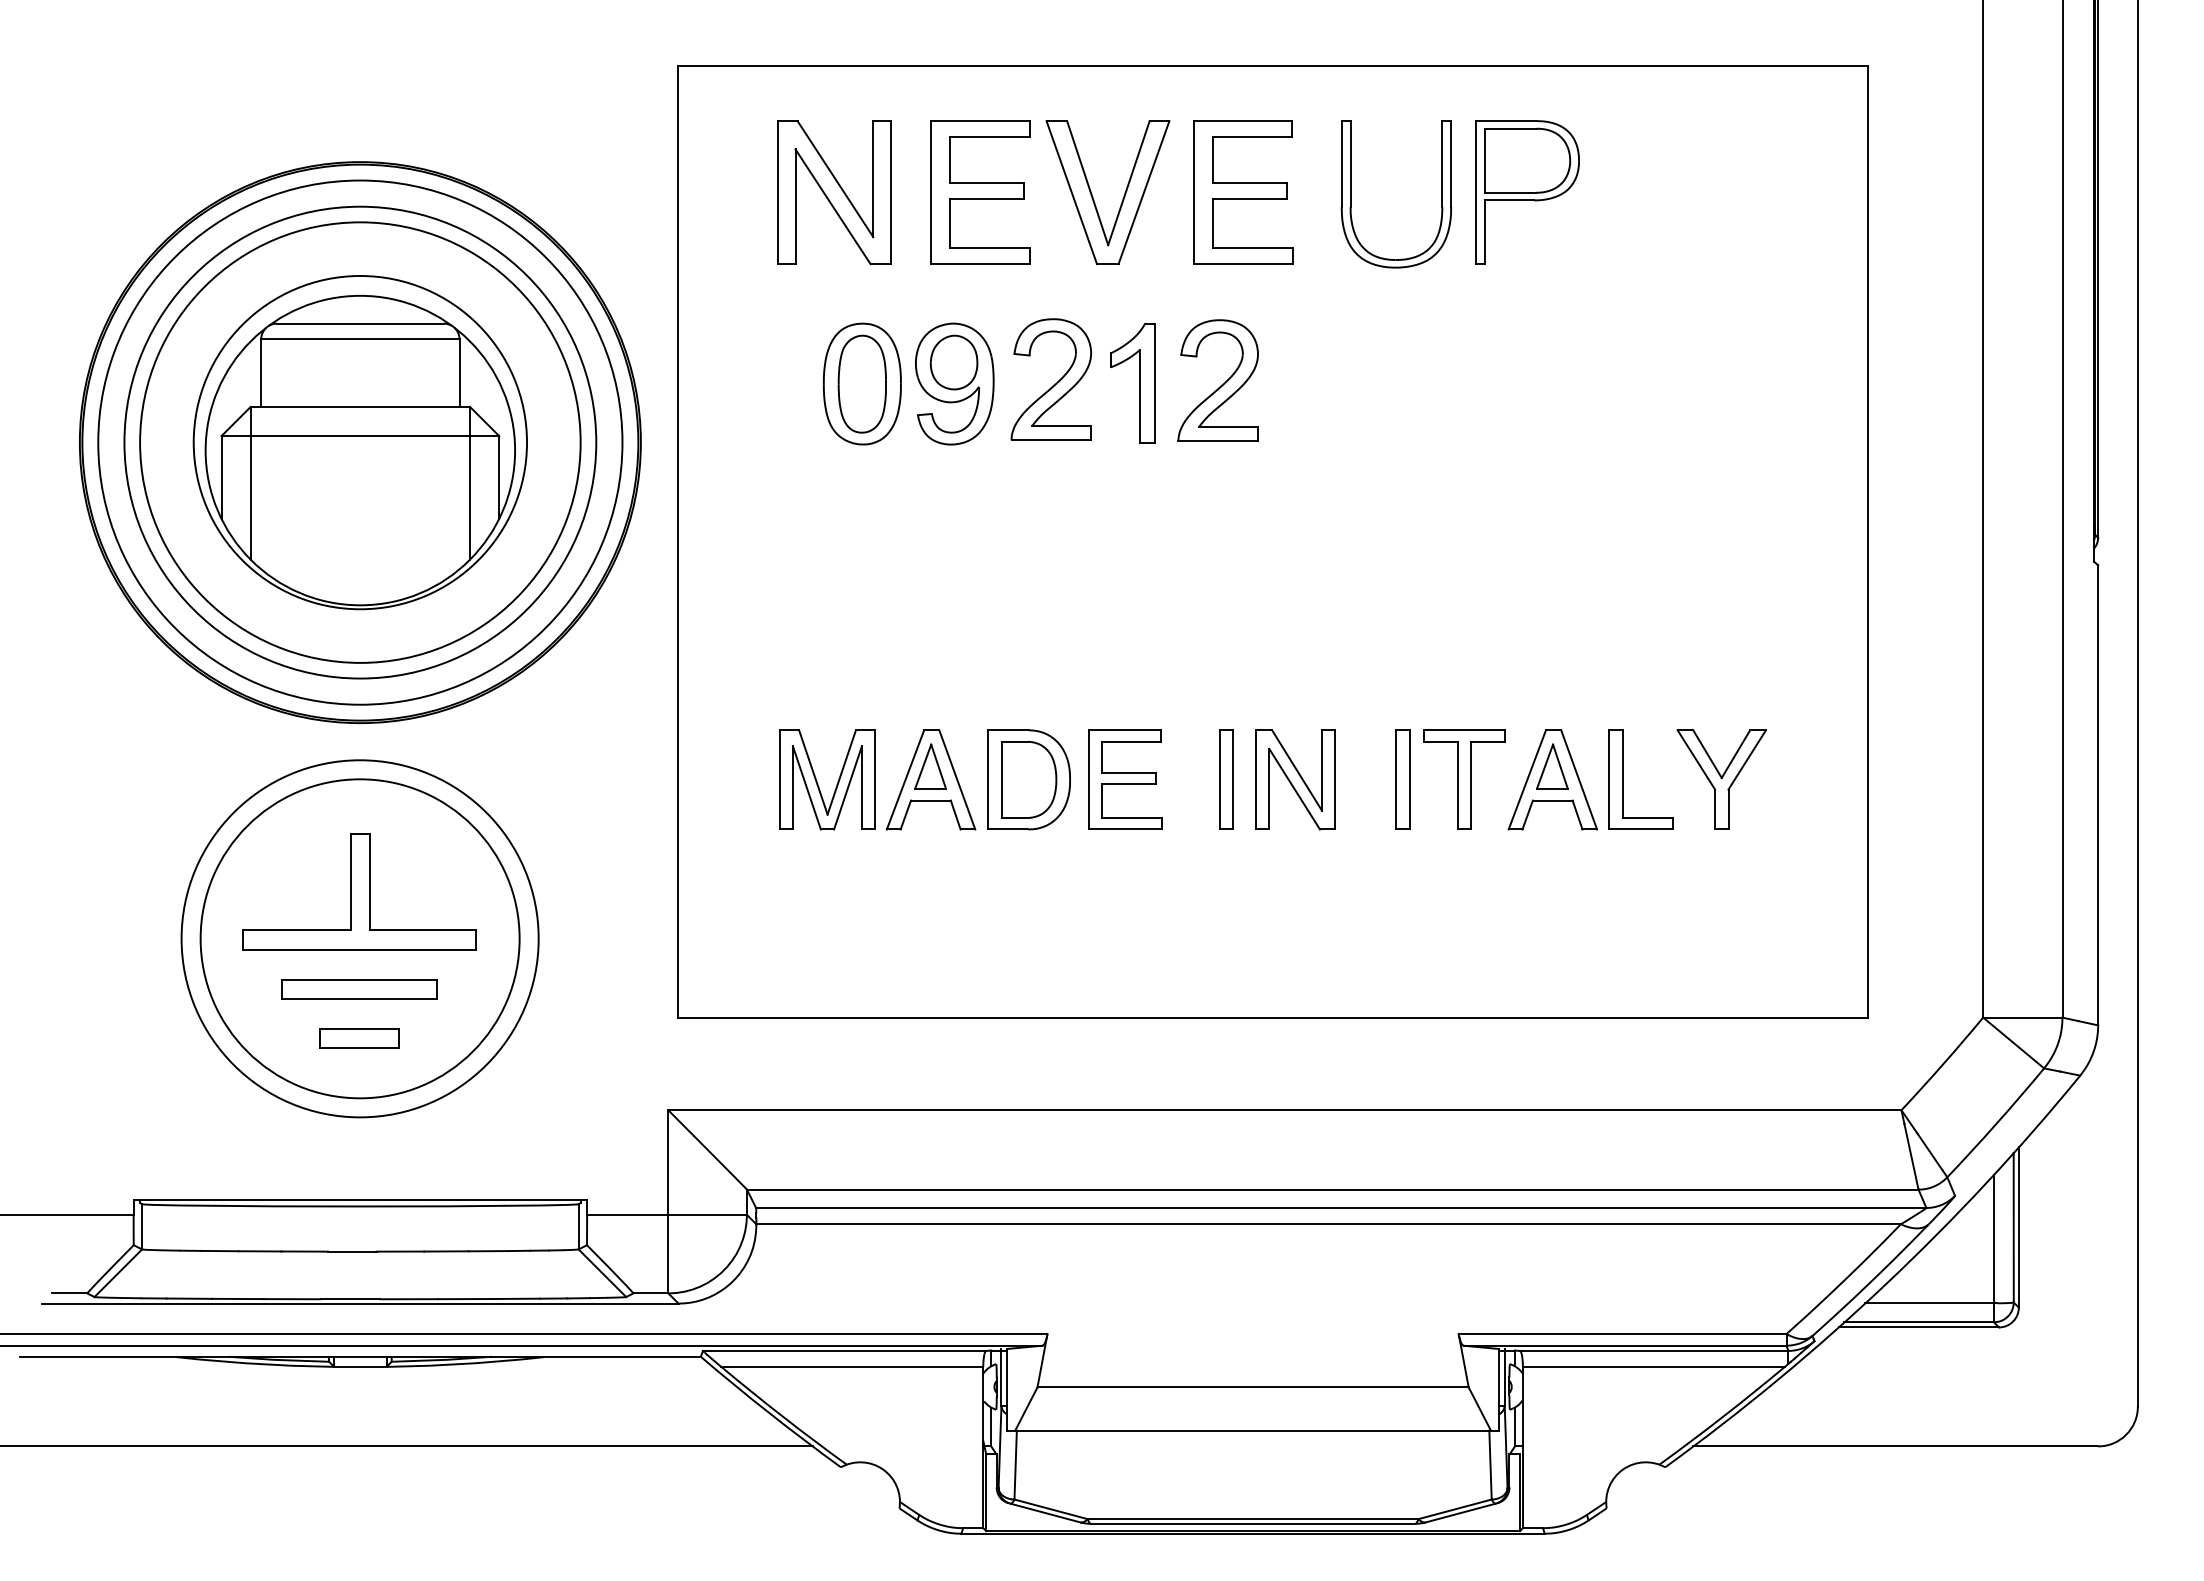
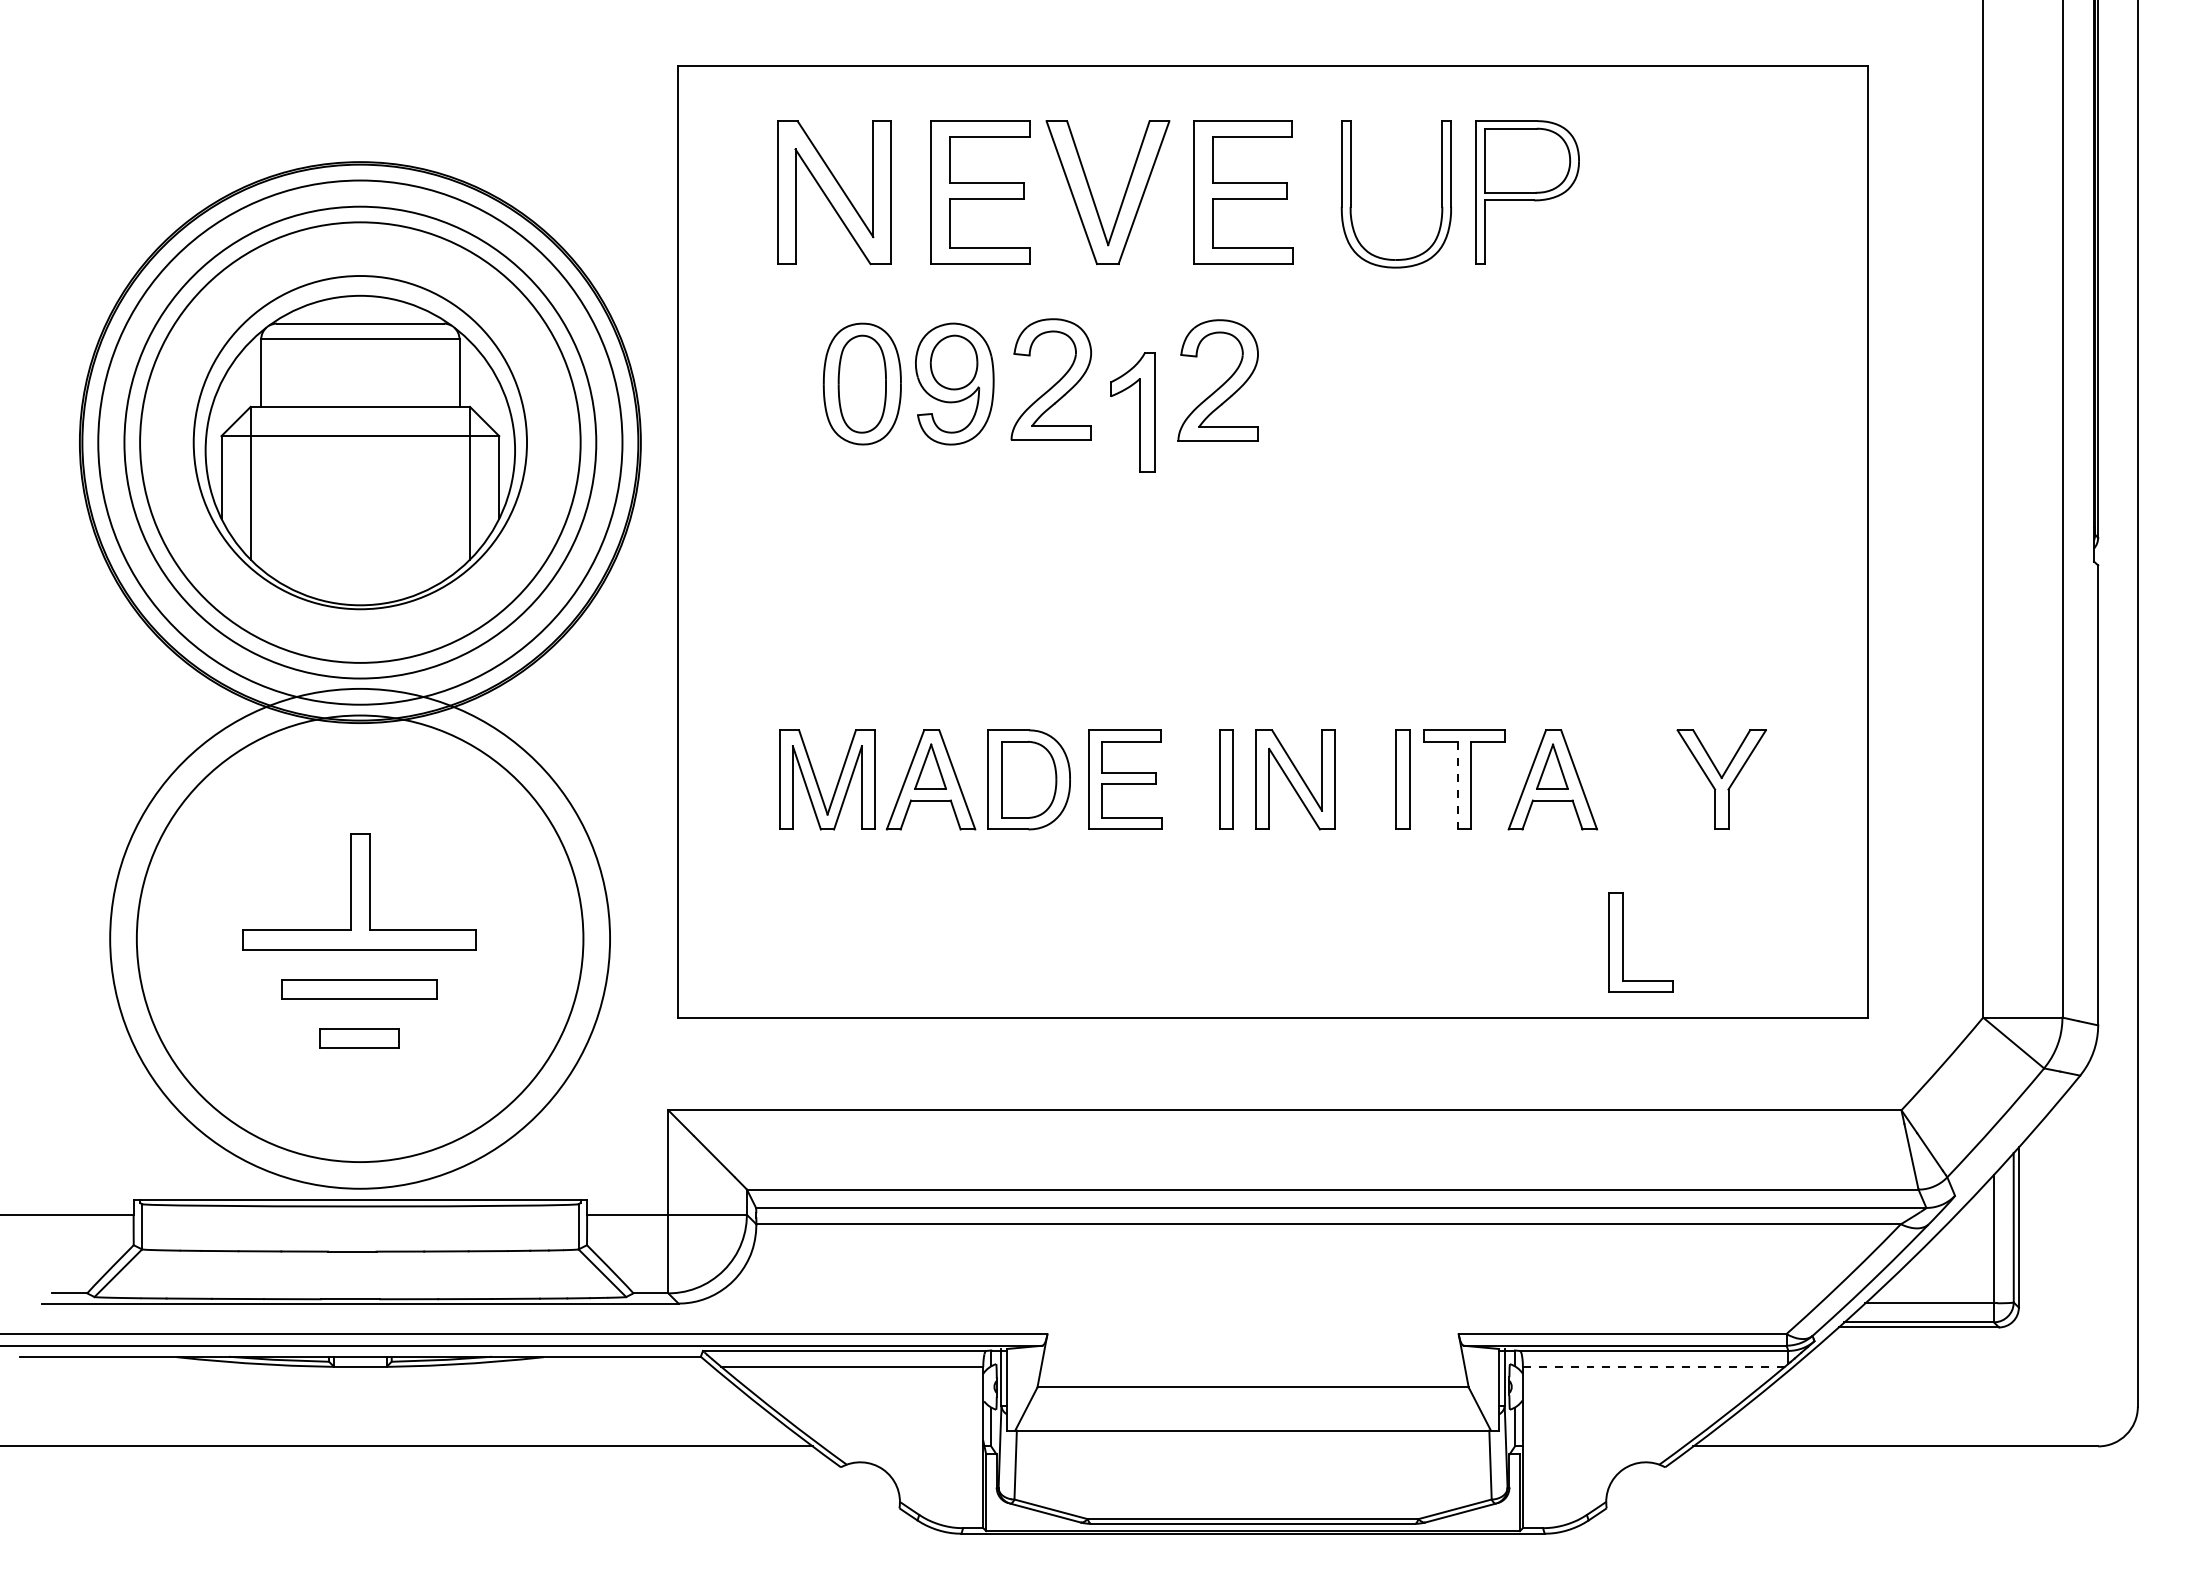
part at (1139, 383) position: (1139, 383) -> (1139, 412)
part at (1623, 779) position: (1623, 779) -> (1623, 942)
line at (1457, 785): solid -> dashed
circle at (359, 938) diameter: 319 px -> 447 px
circle at (359, 938) diameter: 357 px -> 500 px
line at (1653, 1366): solid -> dashed
